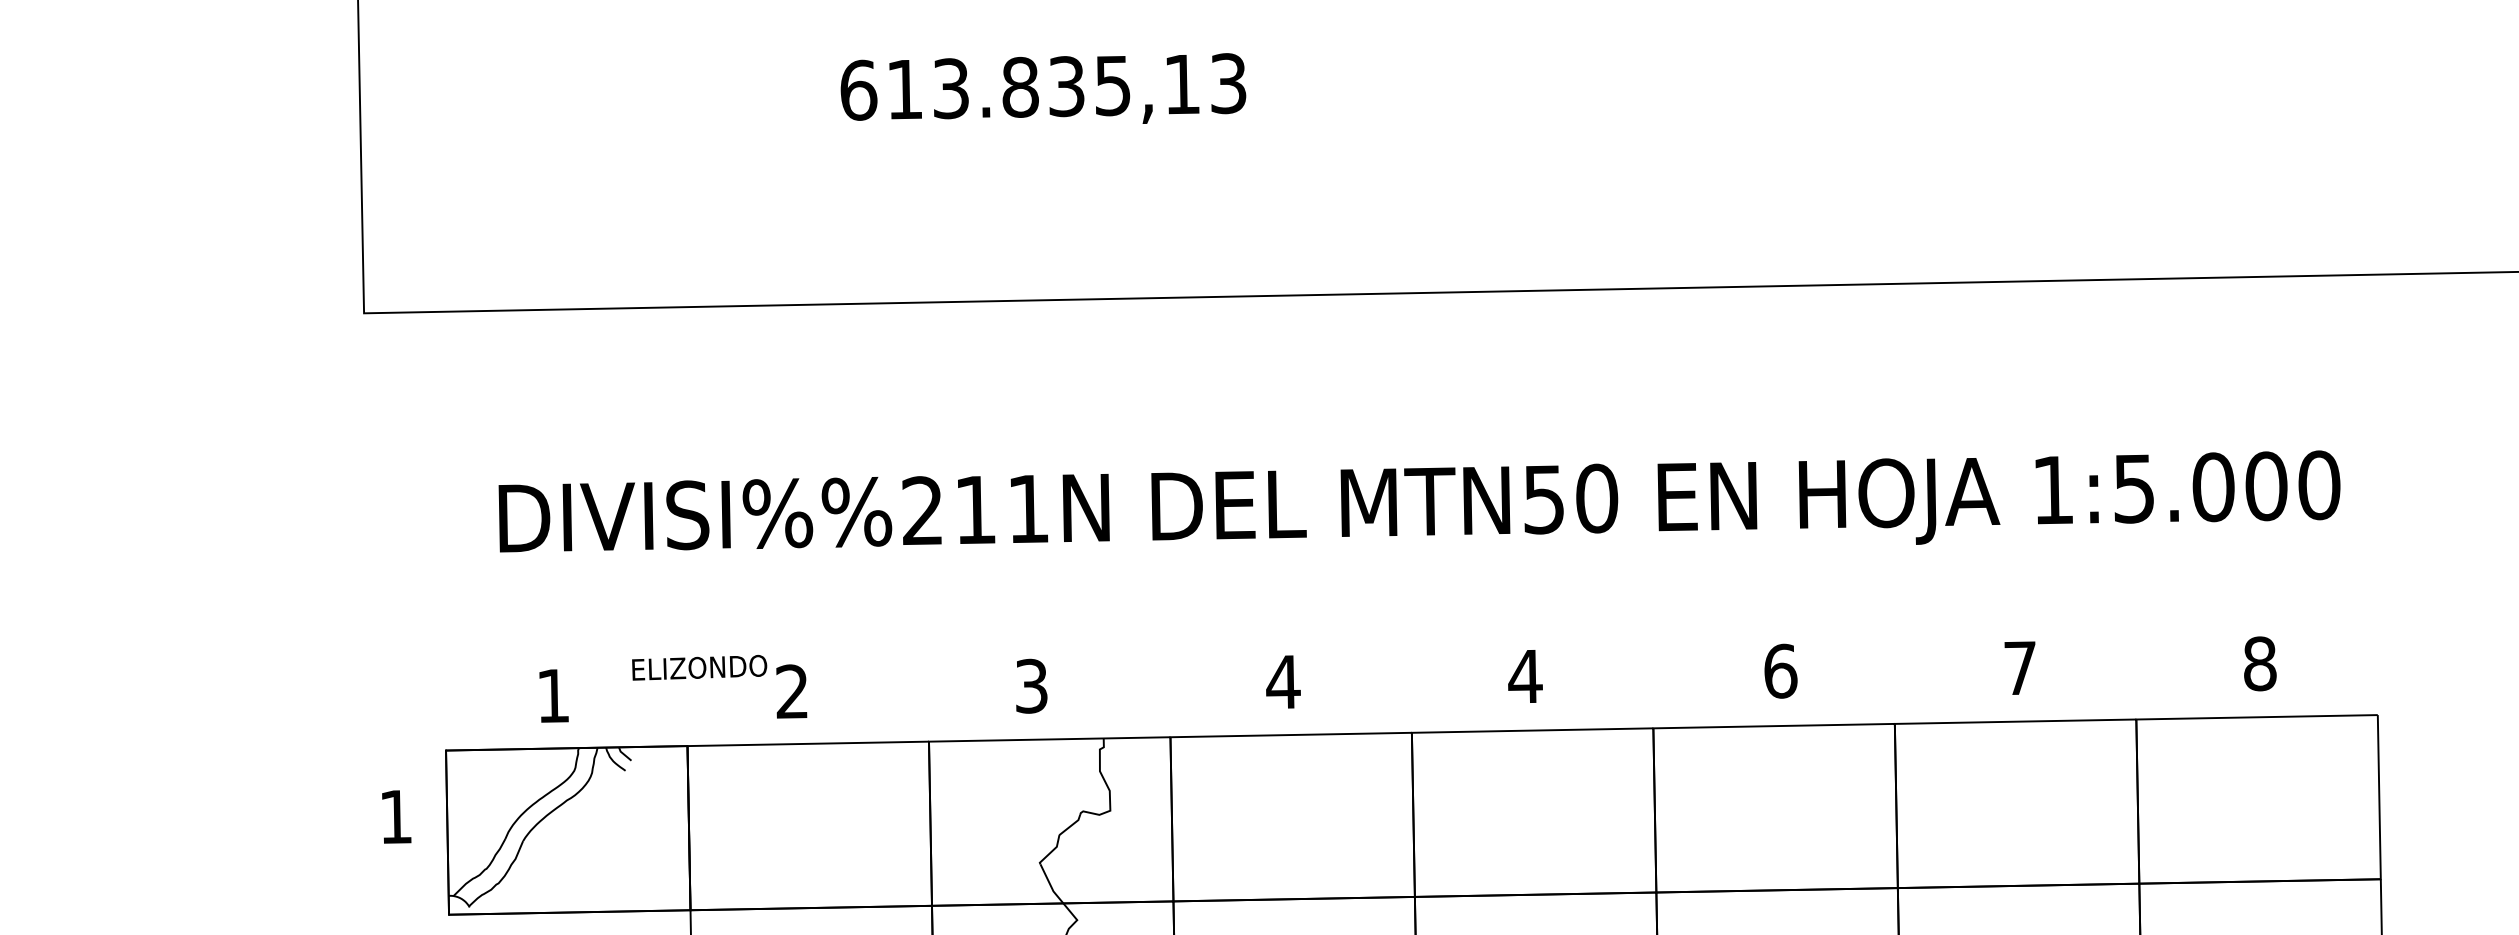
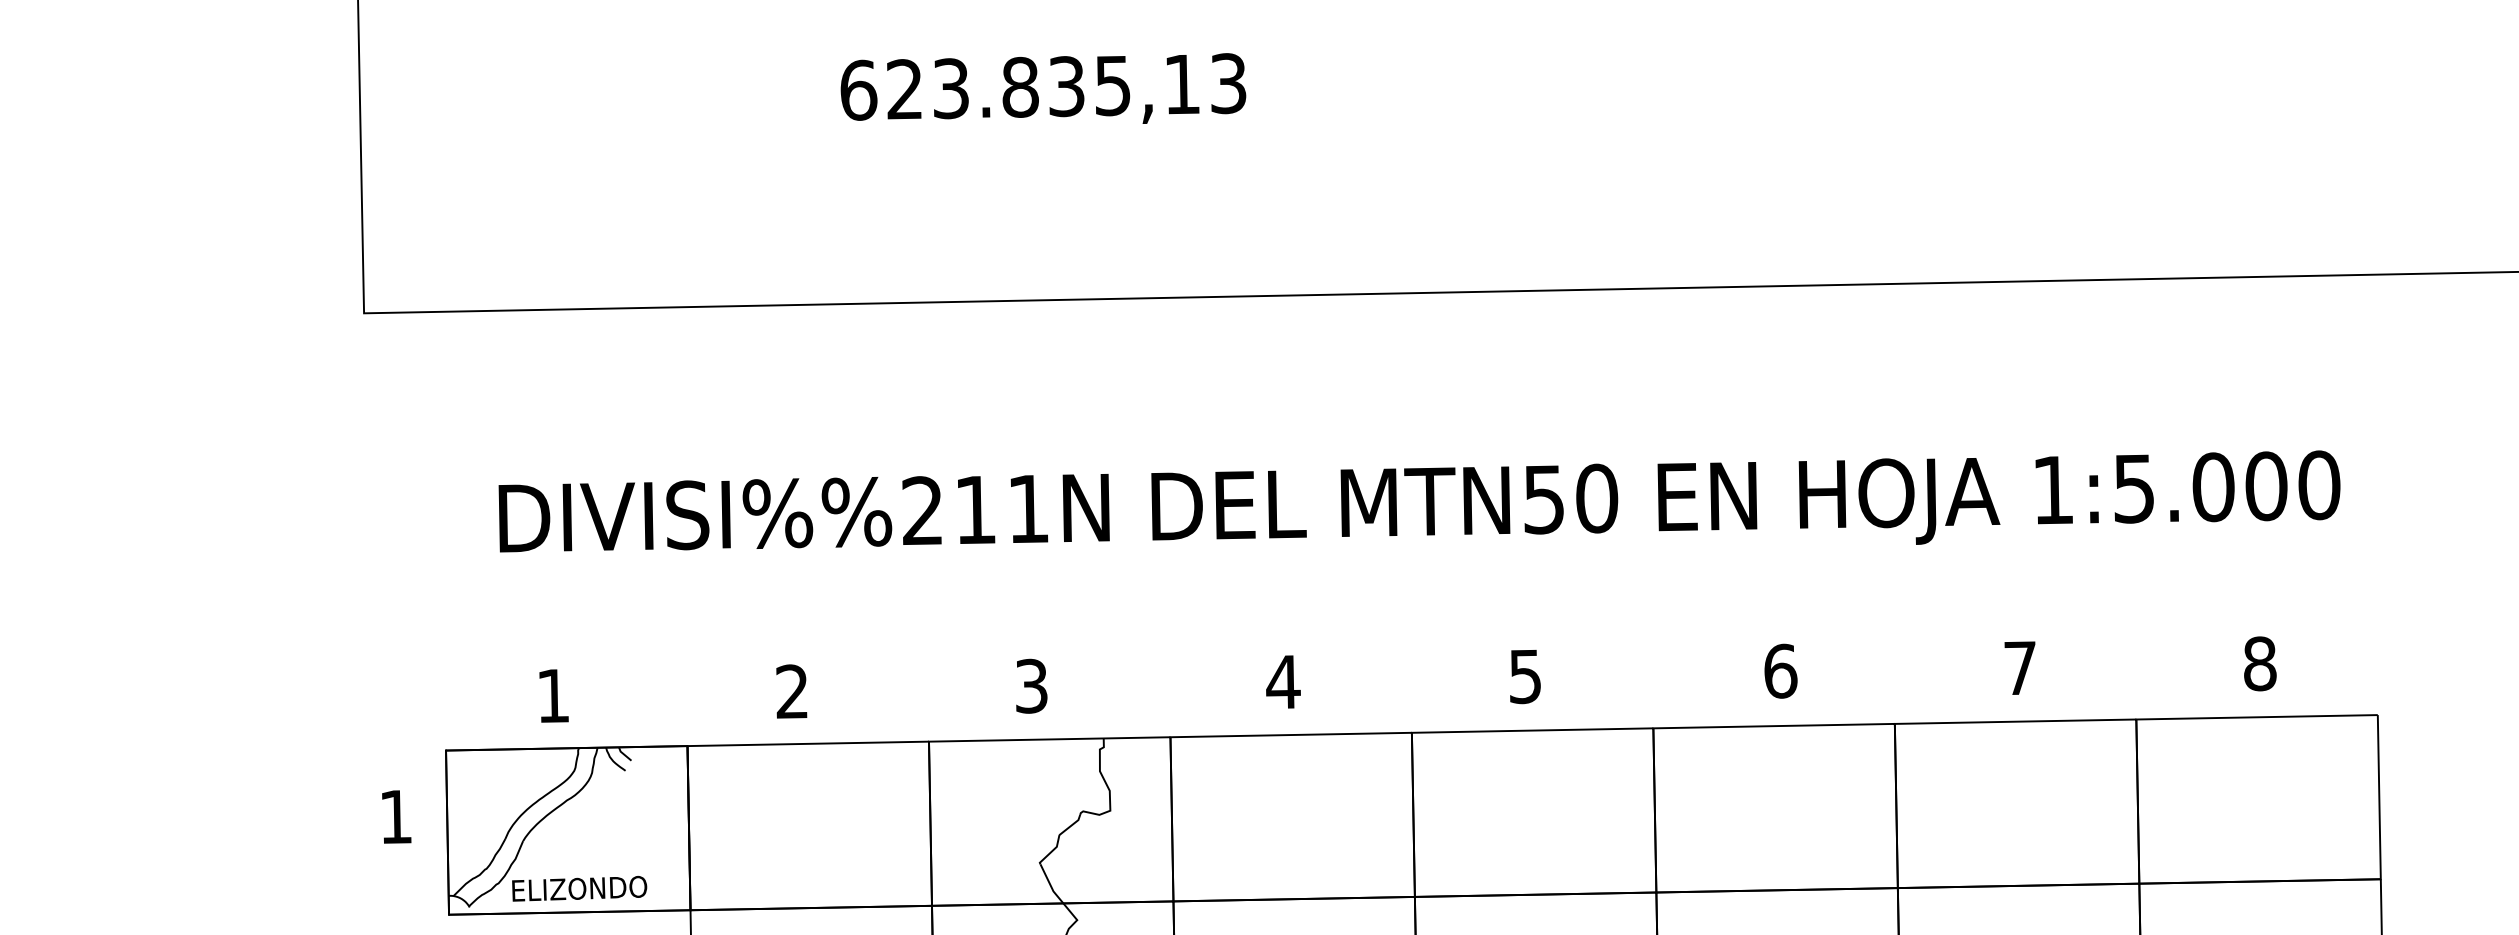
text at (904, 89): 613.835,13 -> 623.835,13
text at (699, 667) position: (699, 667) -> (579, 888)
text at (1525, 677): 4 -> 5
